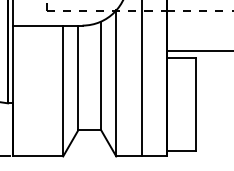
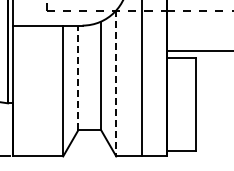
line at (78, 77): solid -> dashed
line at (116, 83): solid -> dashed
